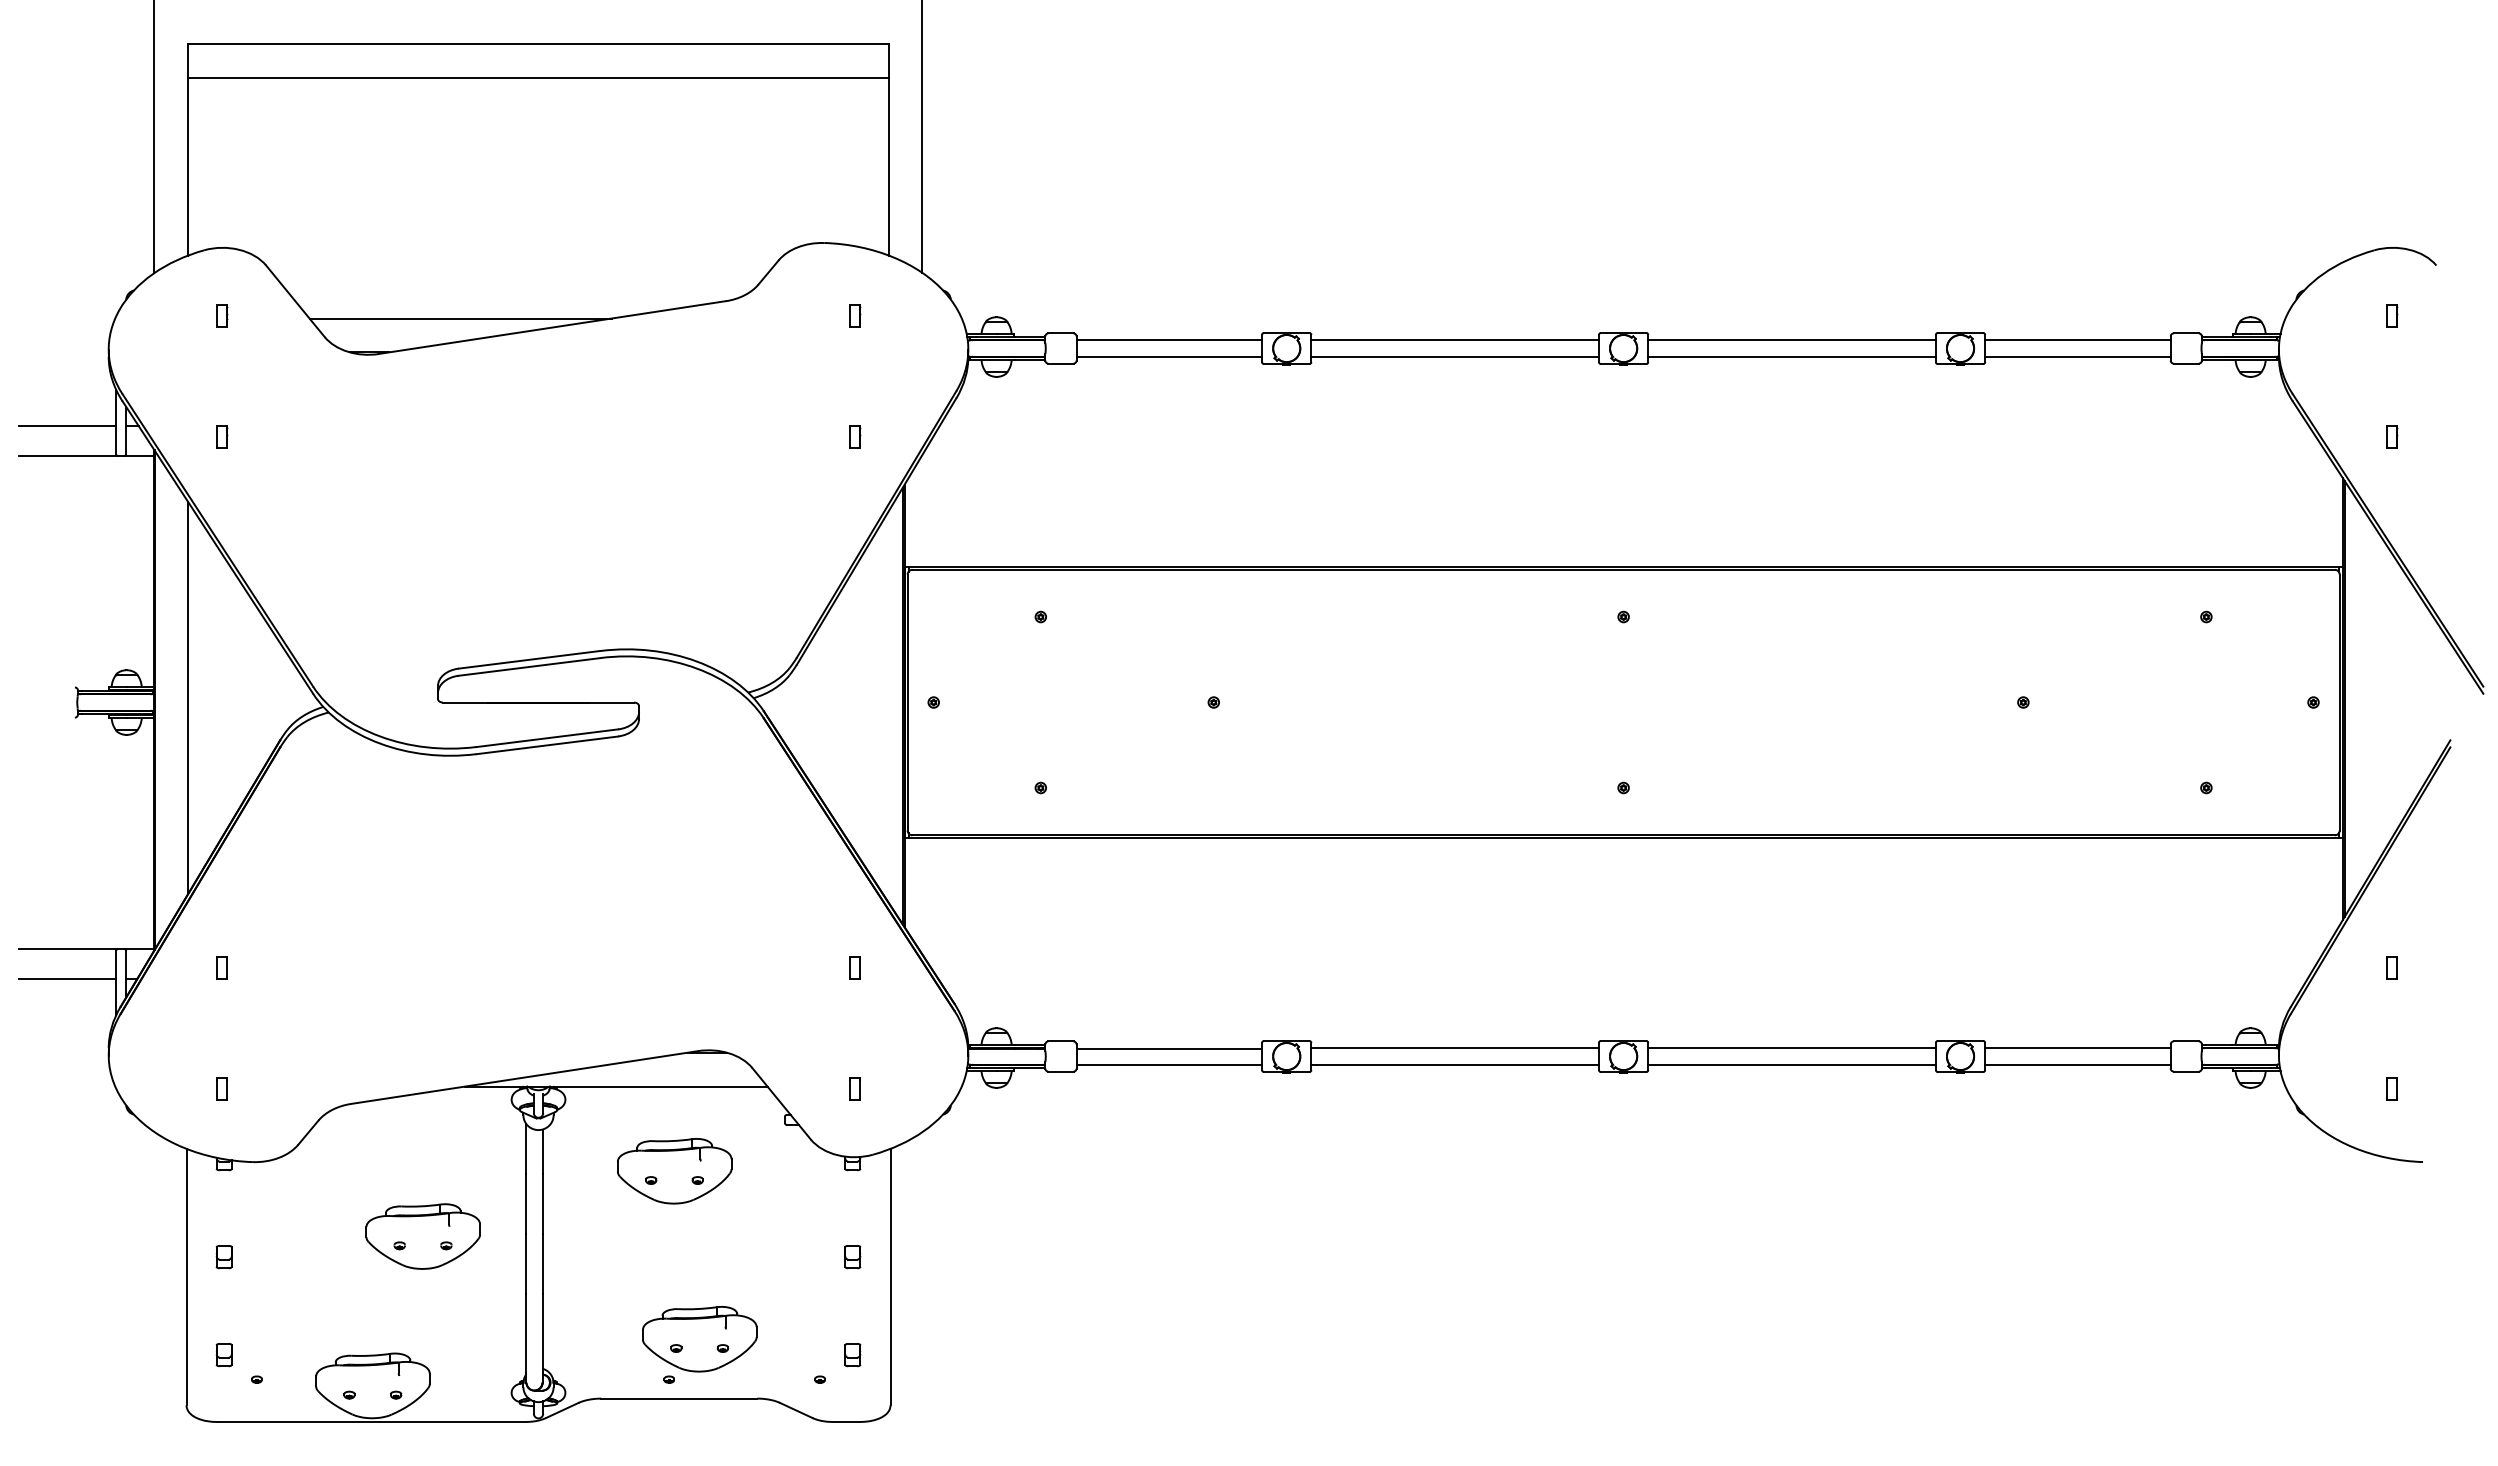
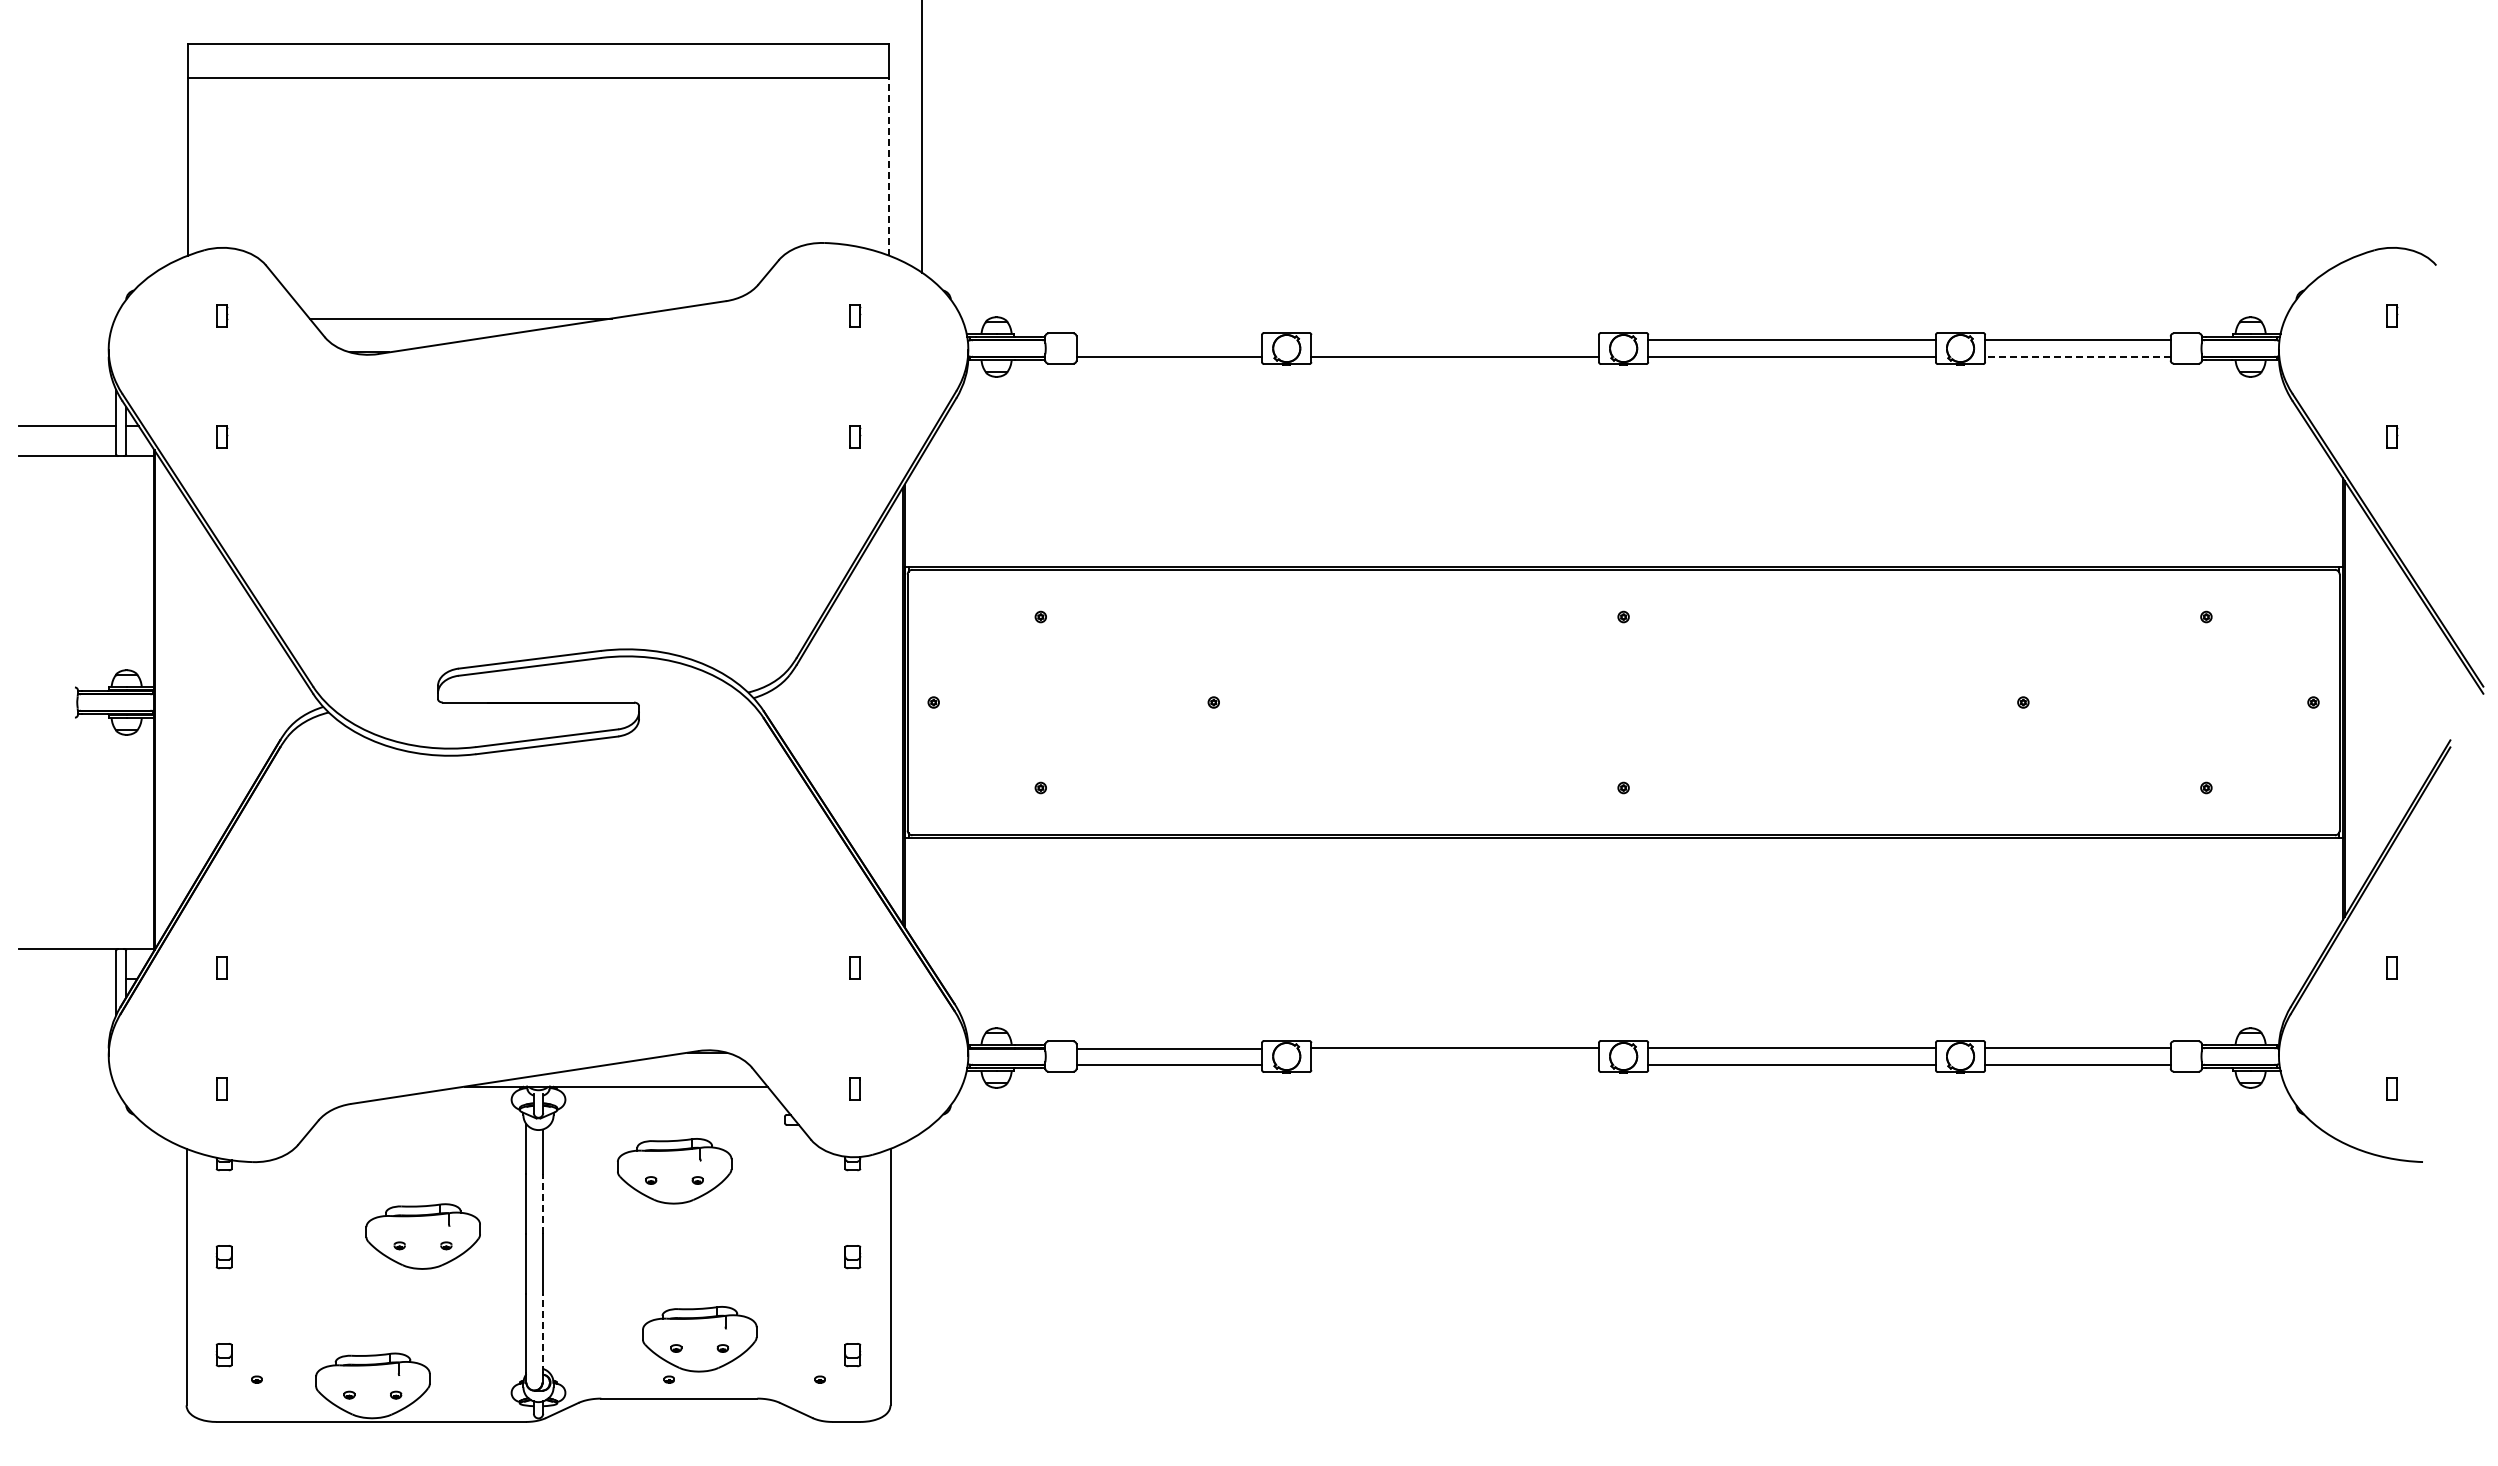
line at (154, 137): present -> none
line at (888, 166): solid -> dashed
line at (1169, 340): present -> none
line at (1454, 340): present -> none
line at (2077, 356): solid -> dashed
line at (188, 697): present -> none
line at (67, 979): present -> none
line at (1454, 1064): present -> none
line at (542, 1203): solid -> dashed
line at (542, 1332): solid -> dashed
